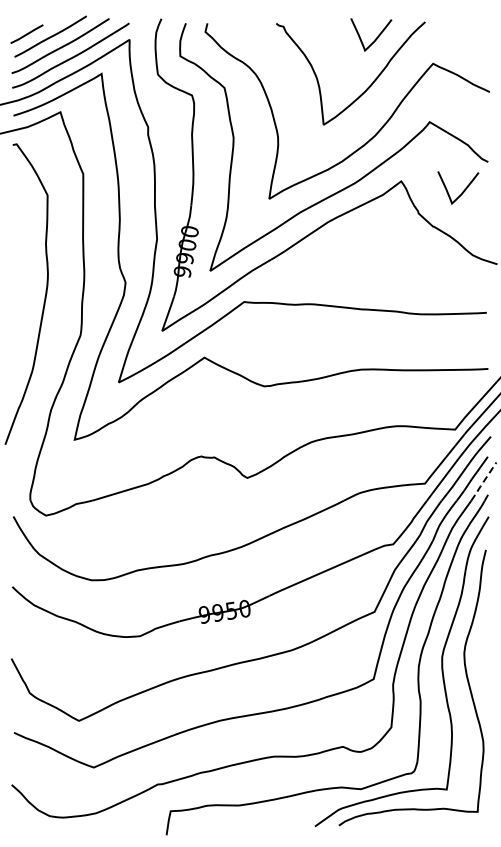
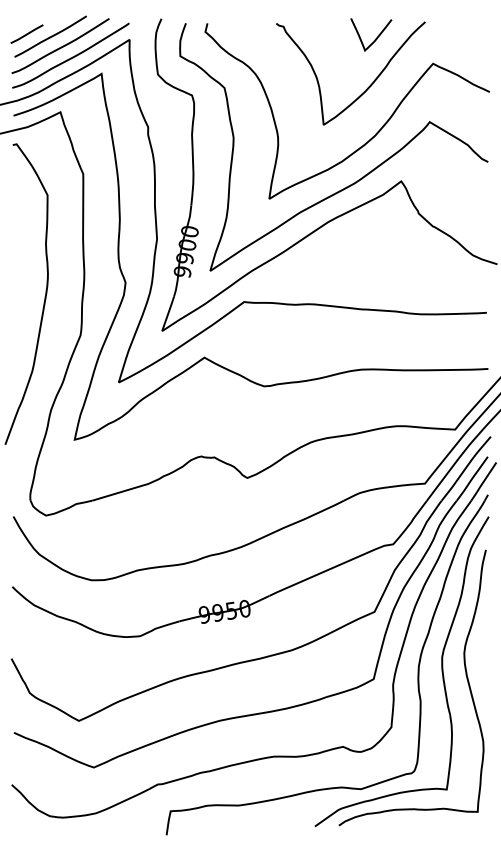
curve at (462, 191): present -> none
line at (483, 482): dashed -> solid
